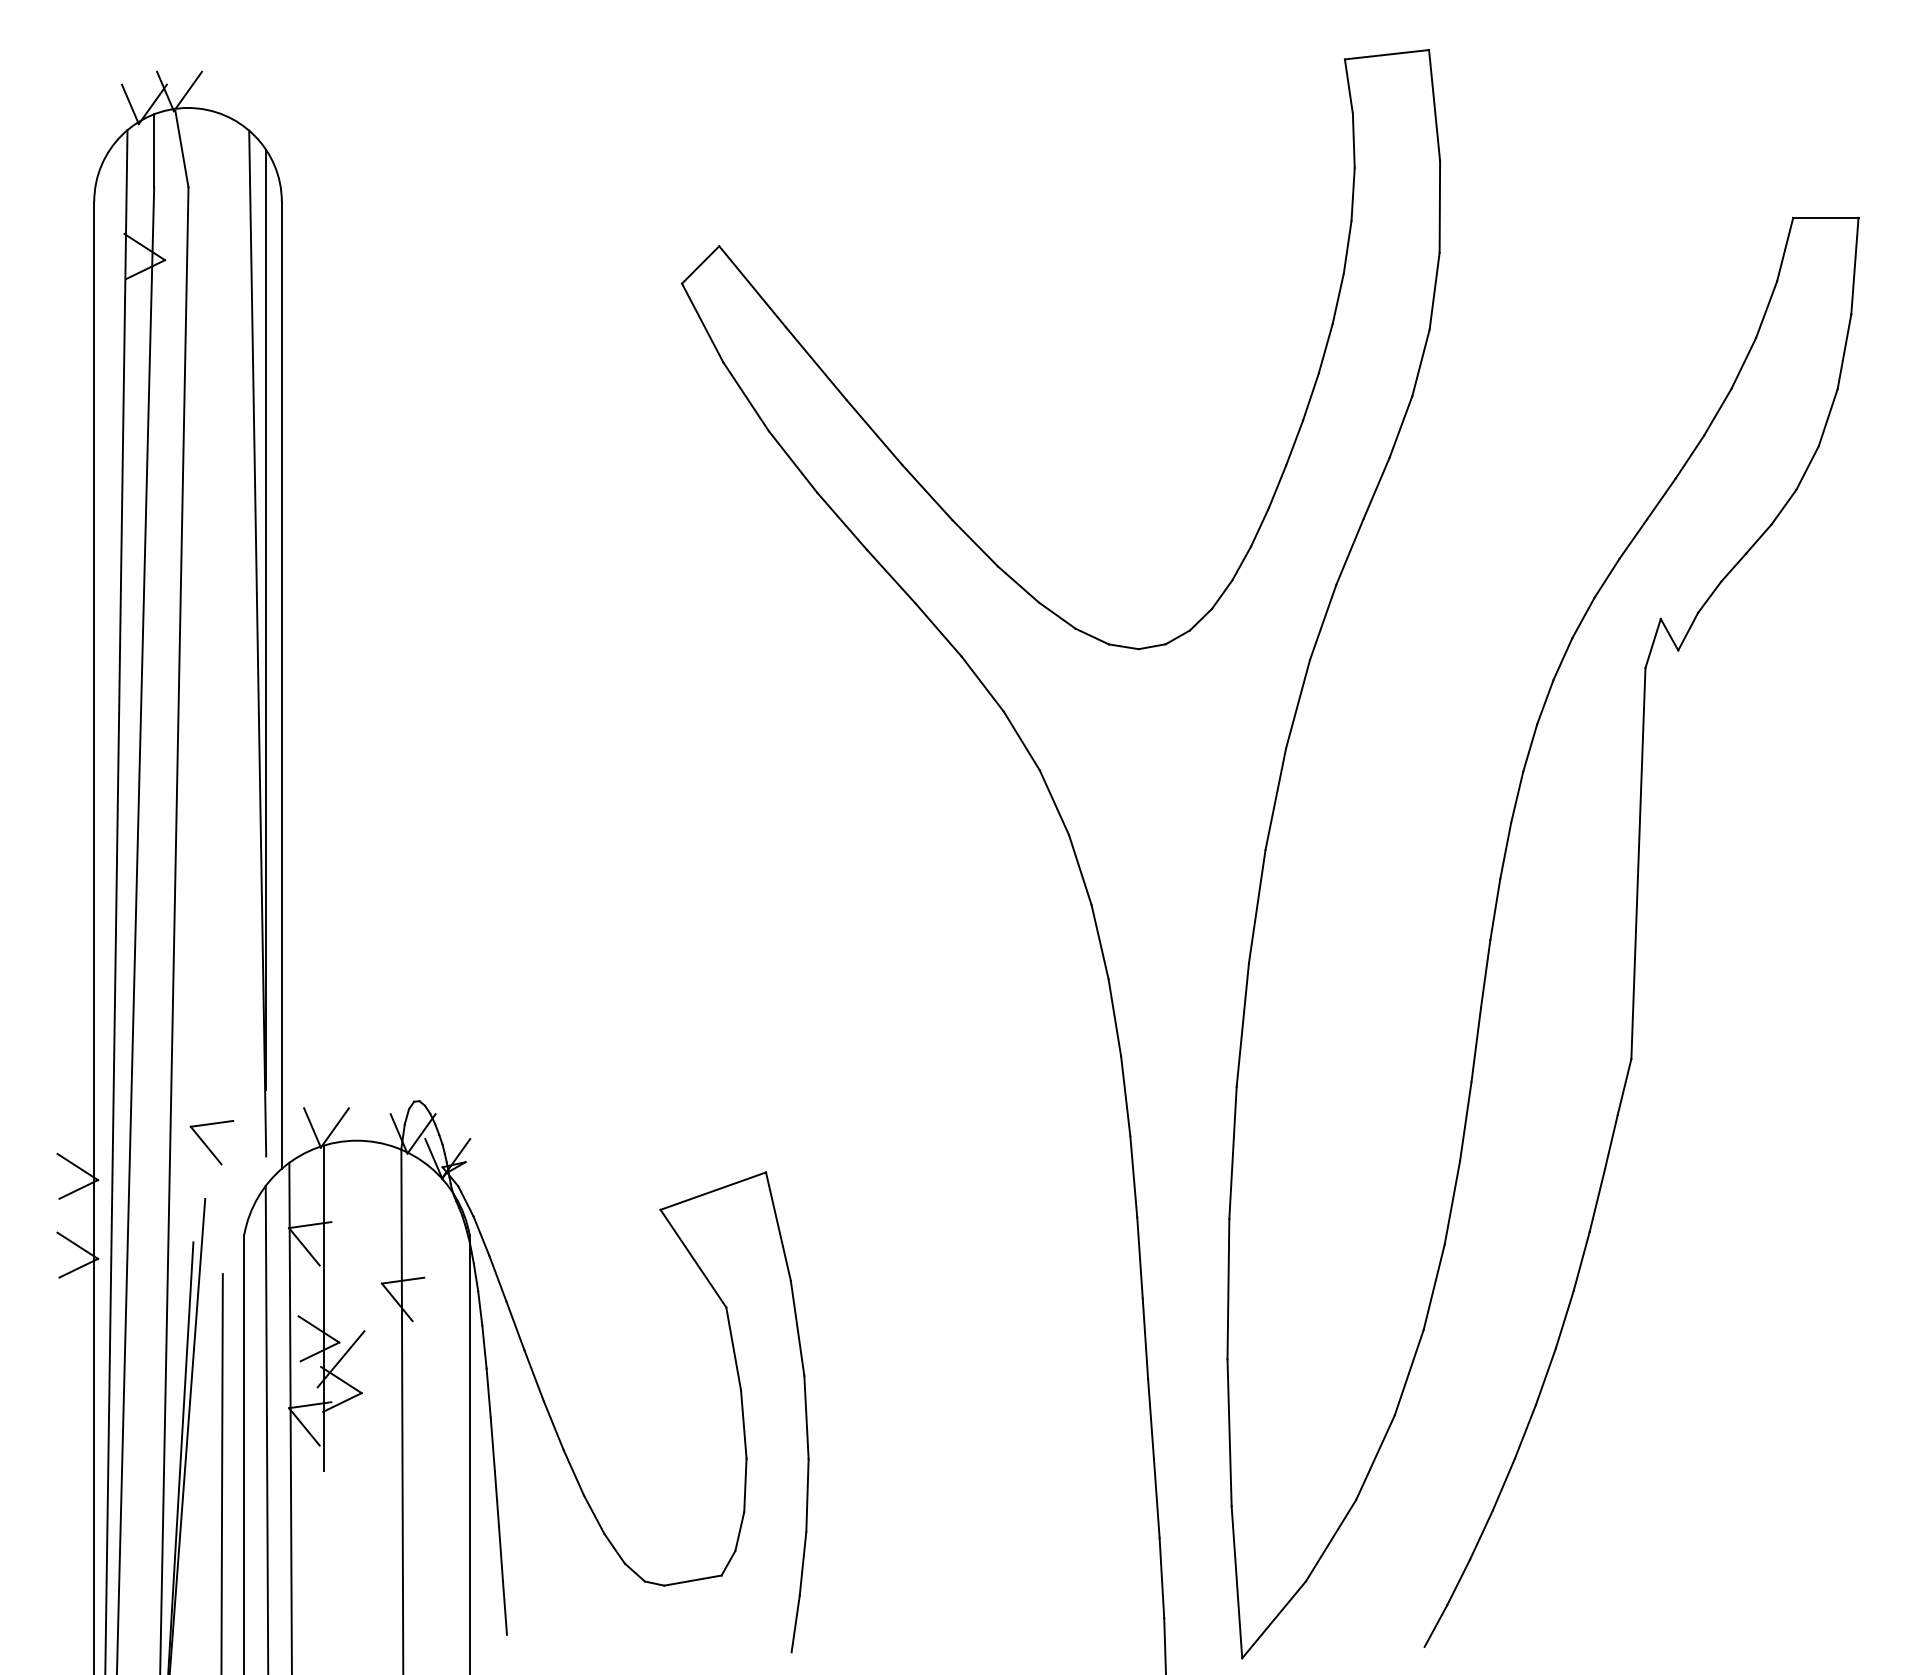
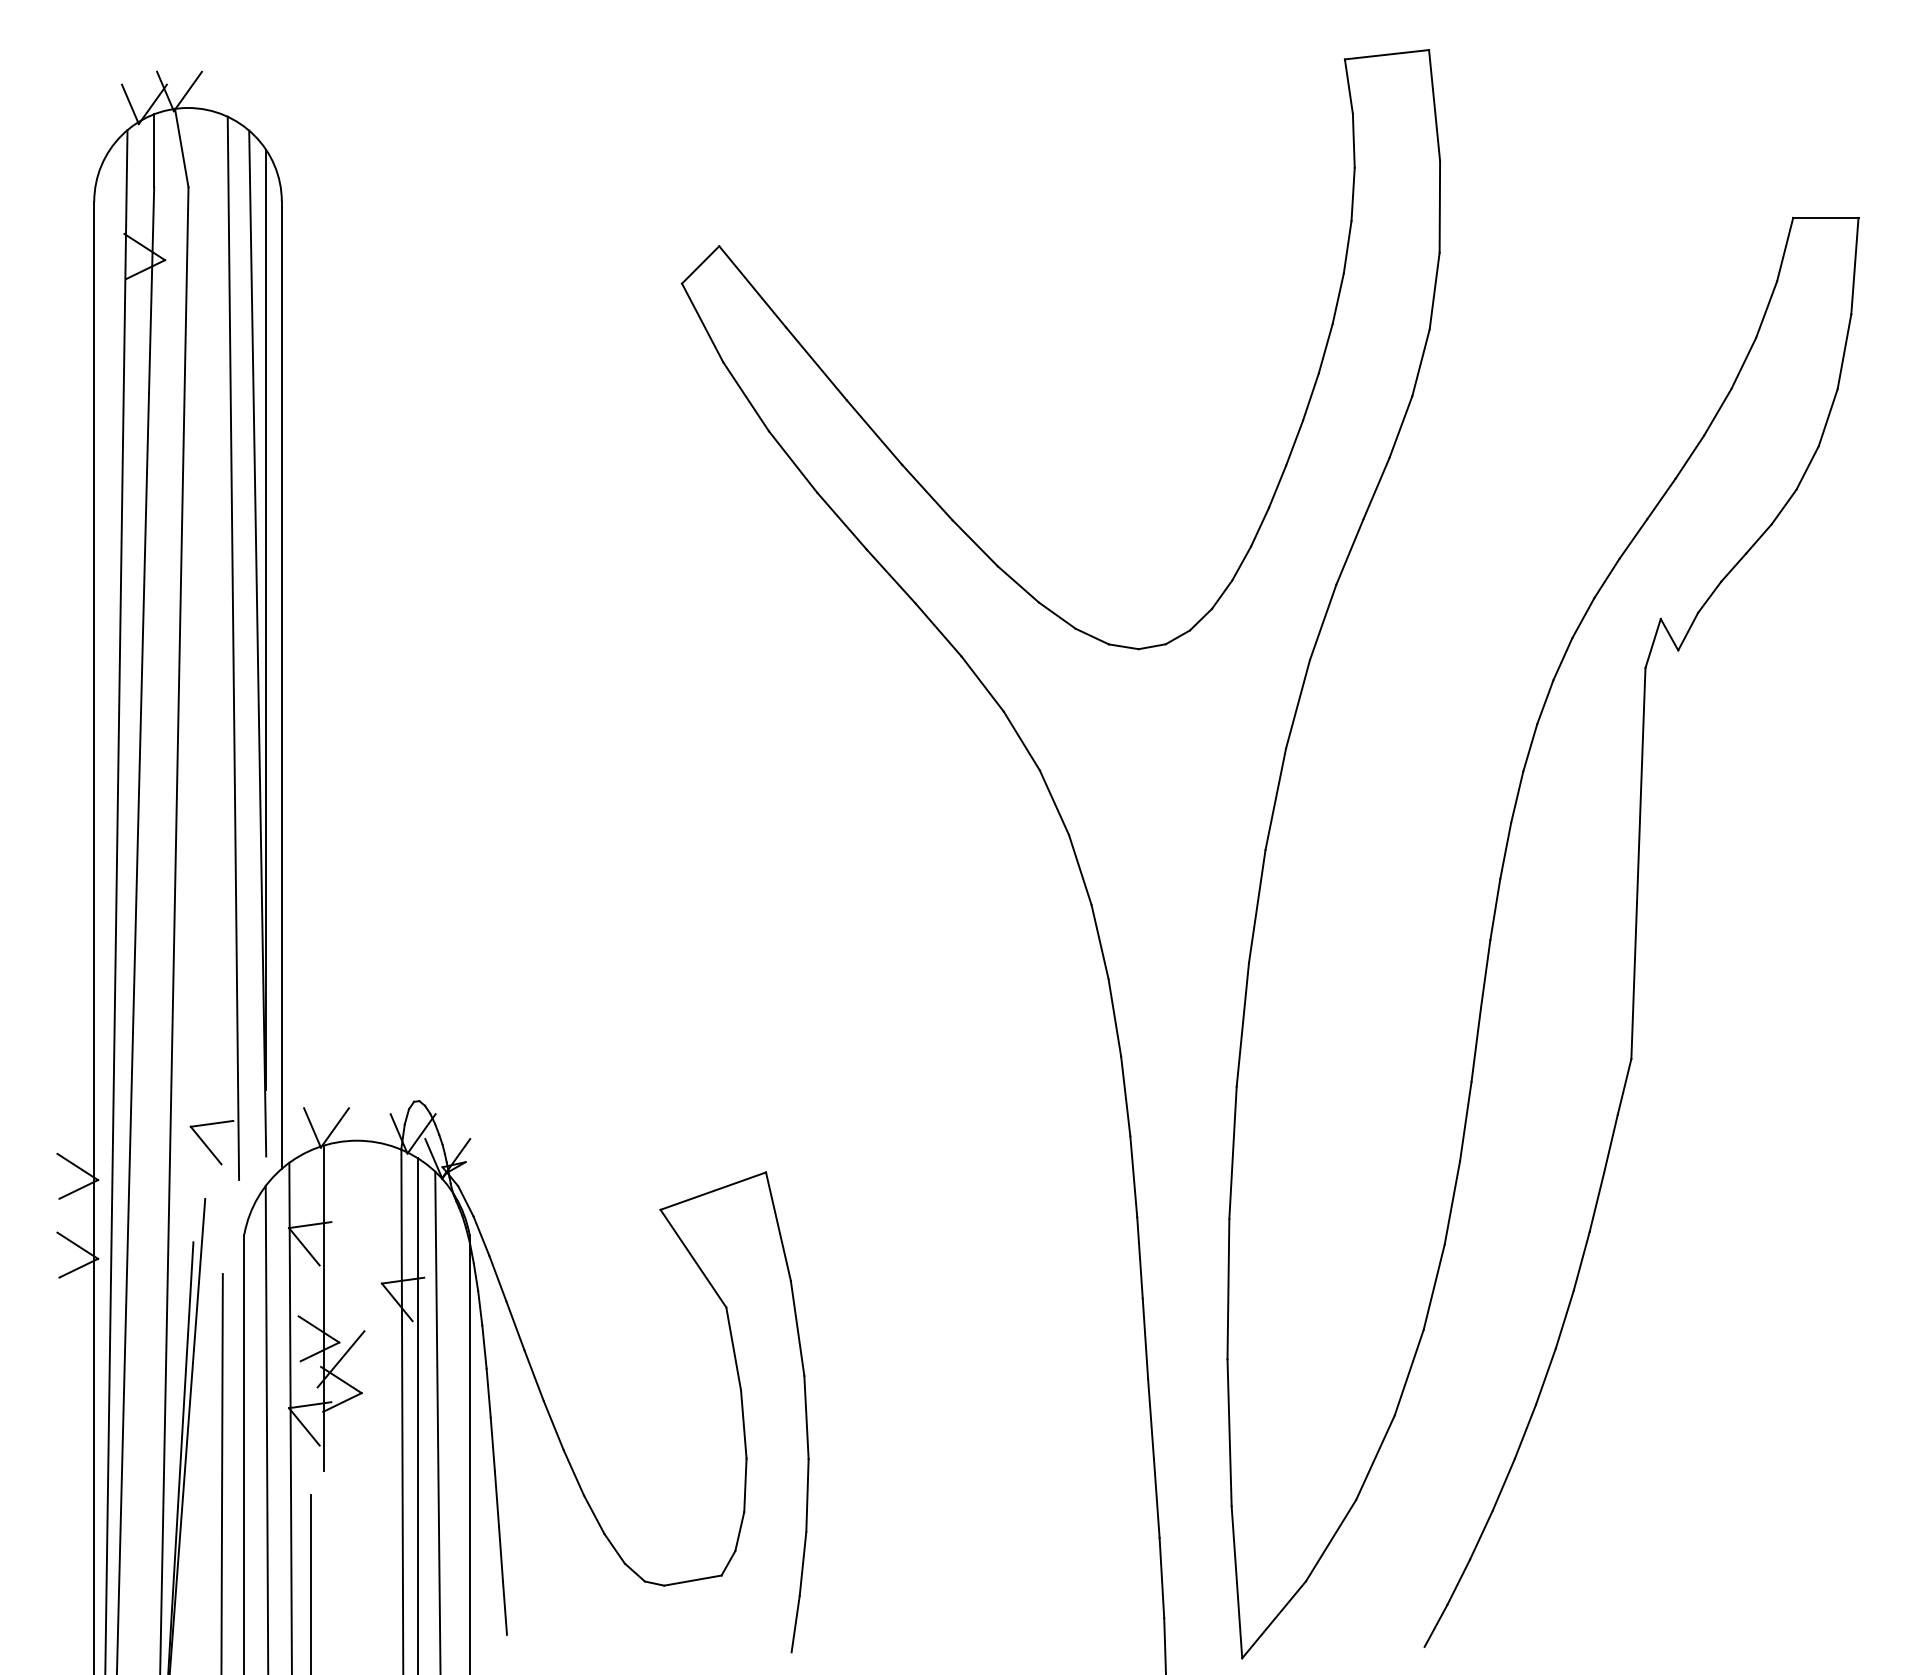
line at (233, 647): none -> present
line at (418, 1414): none -> present
line at (437, 1421): none -> present
line at (311, 1582): none -> present
